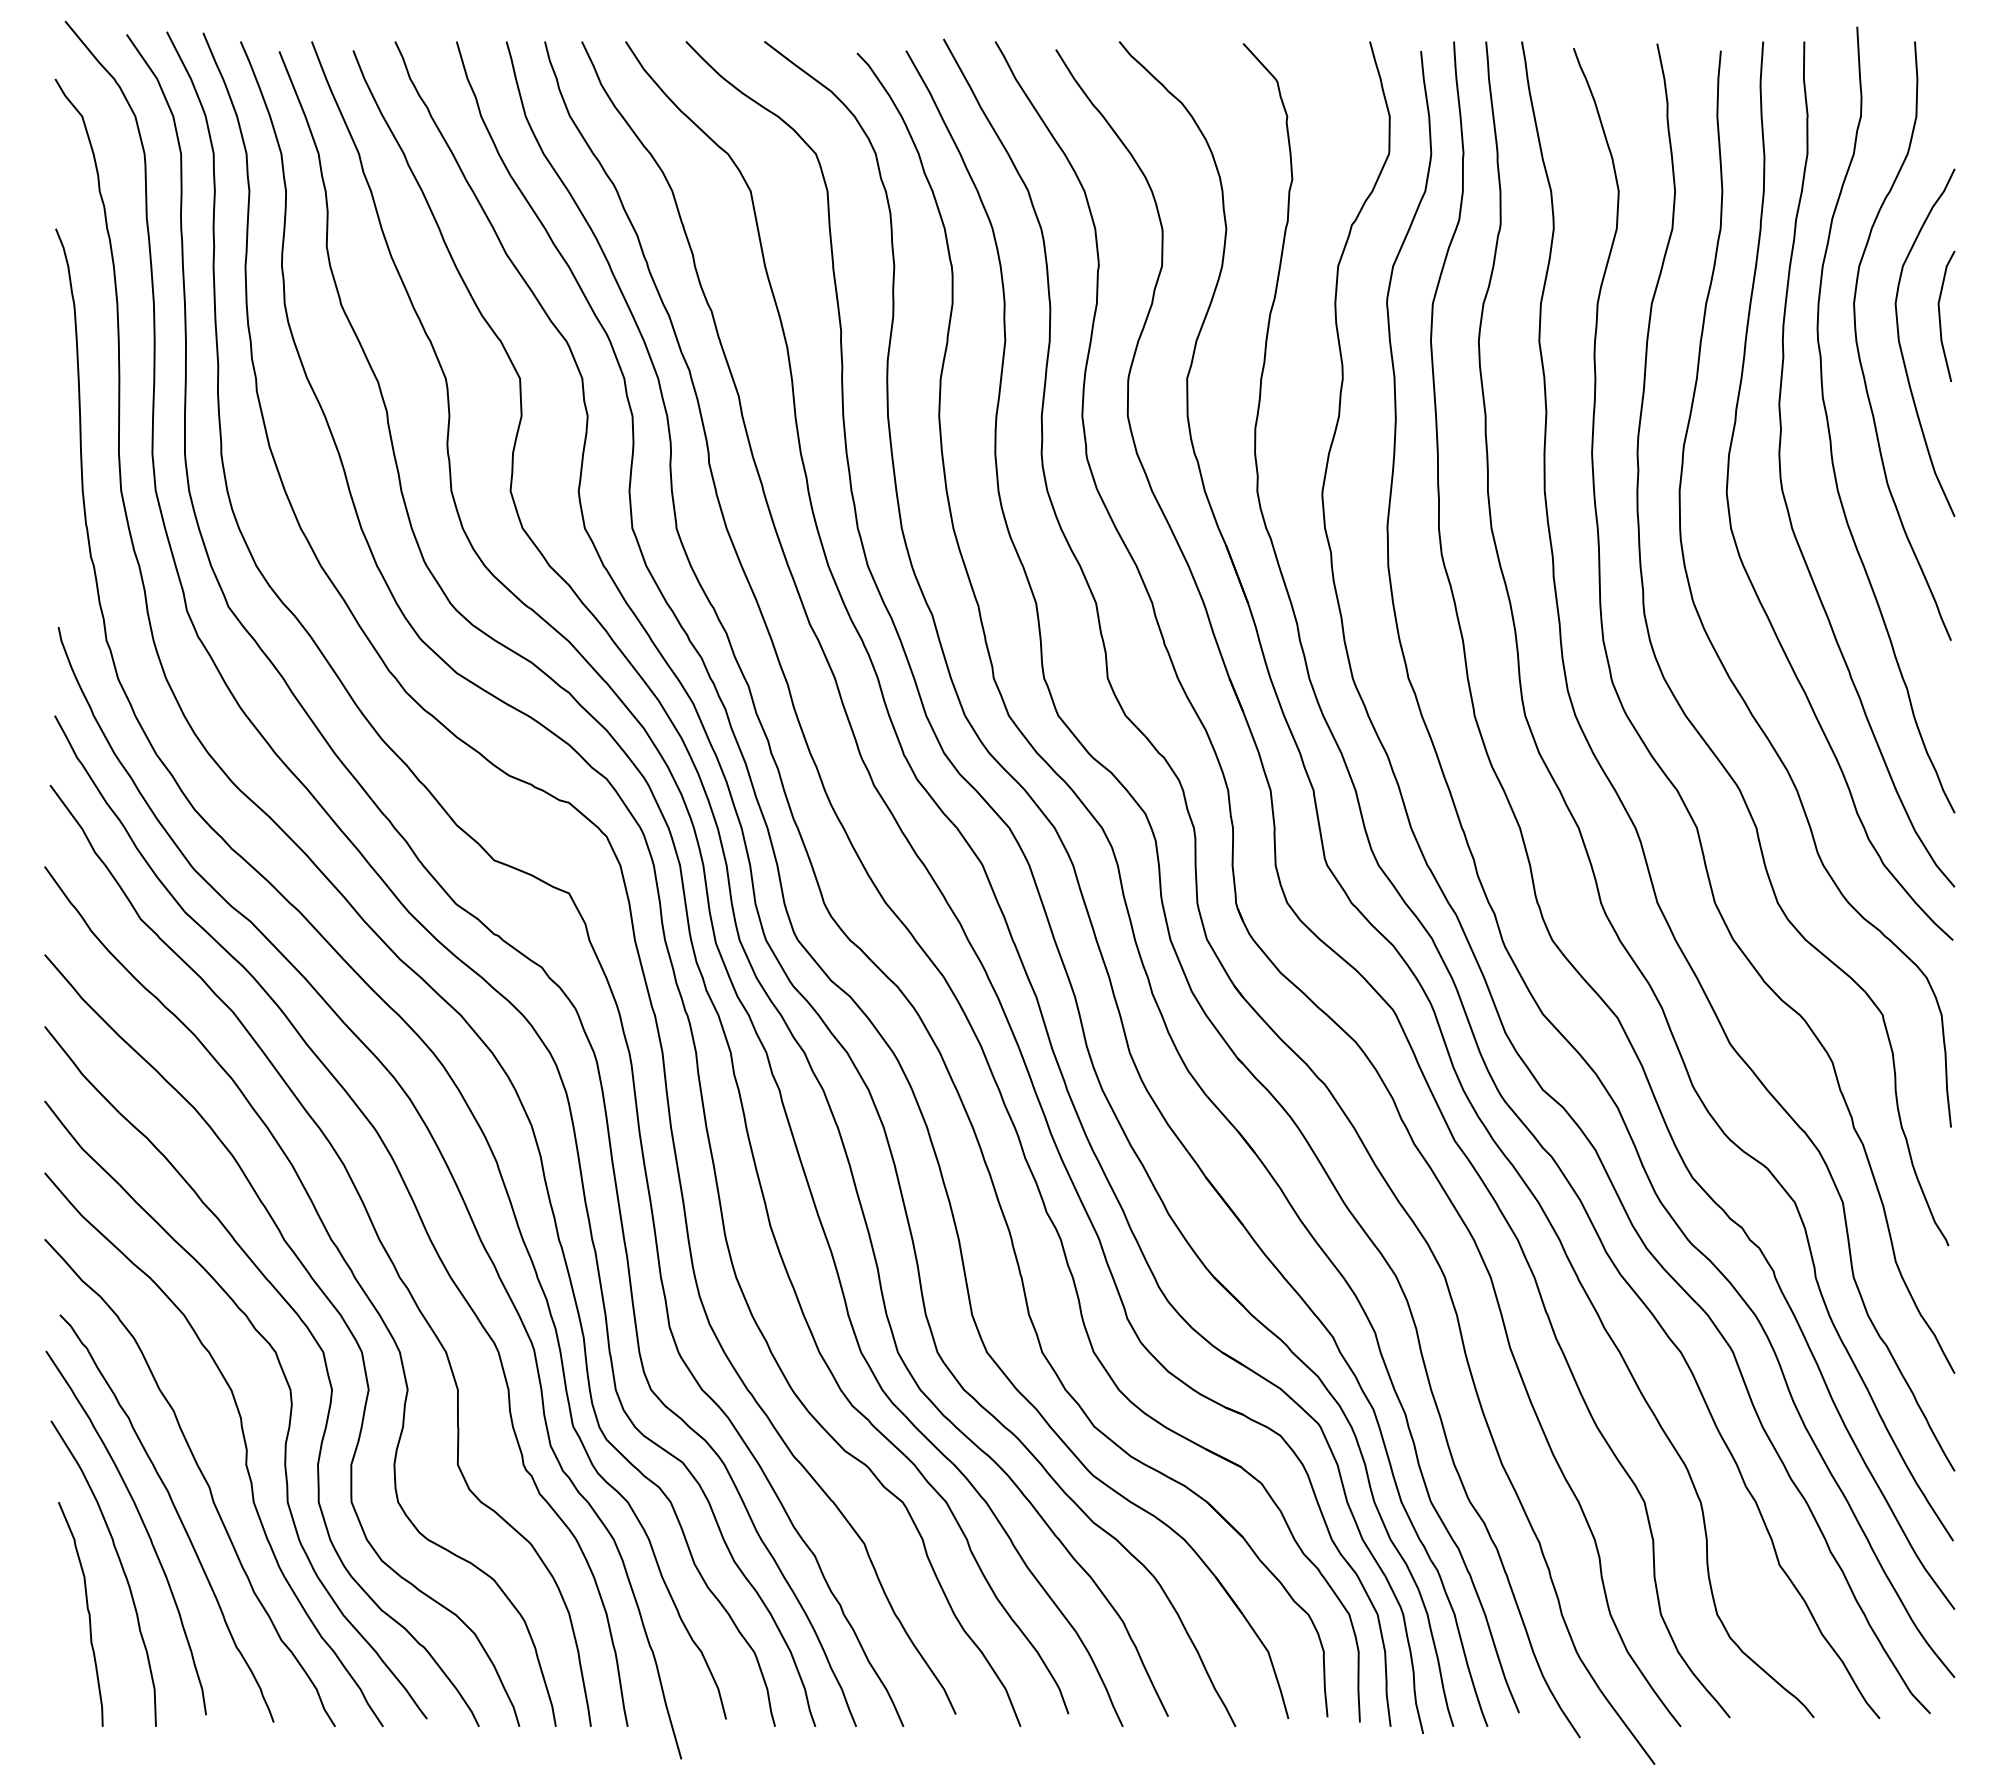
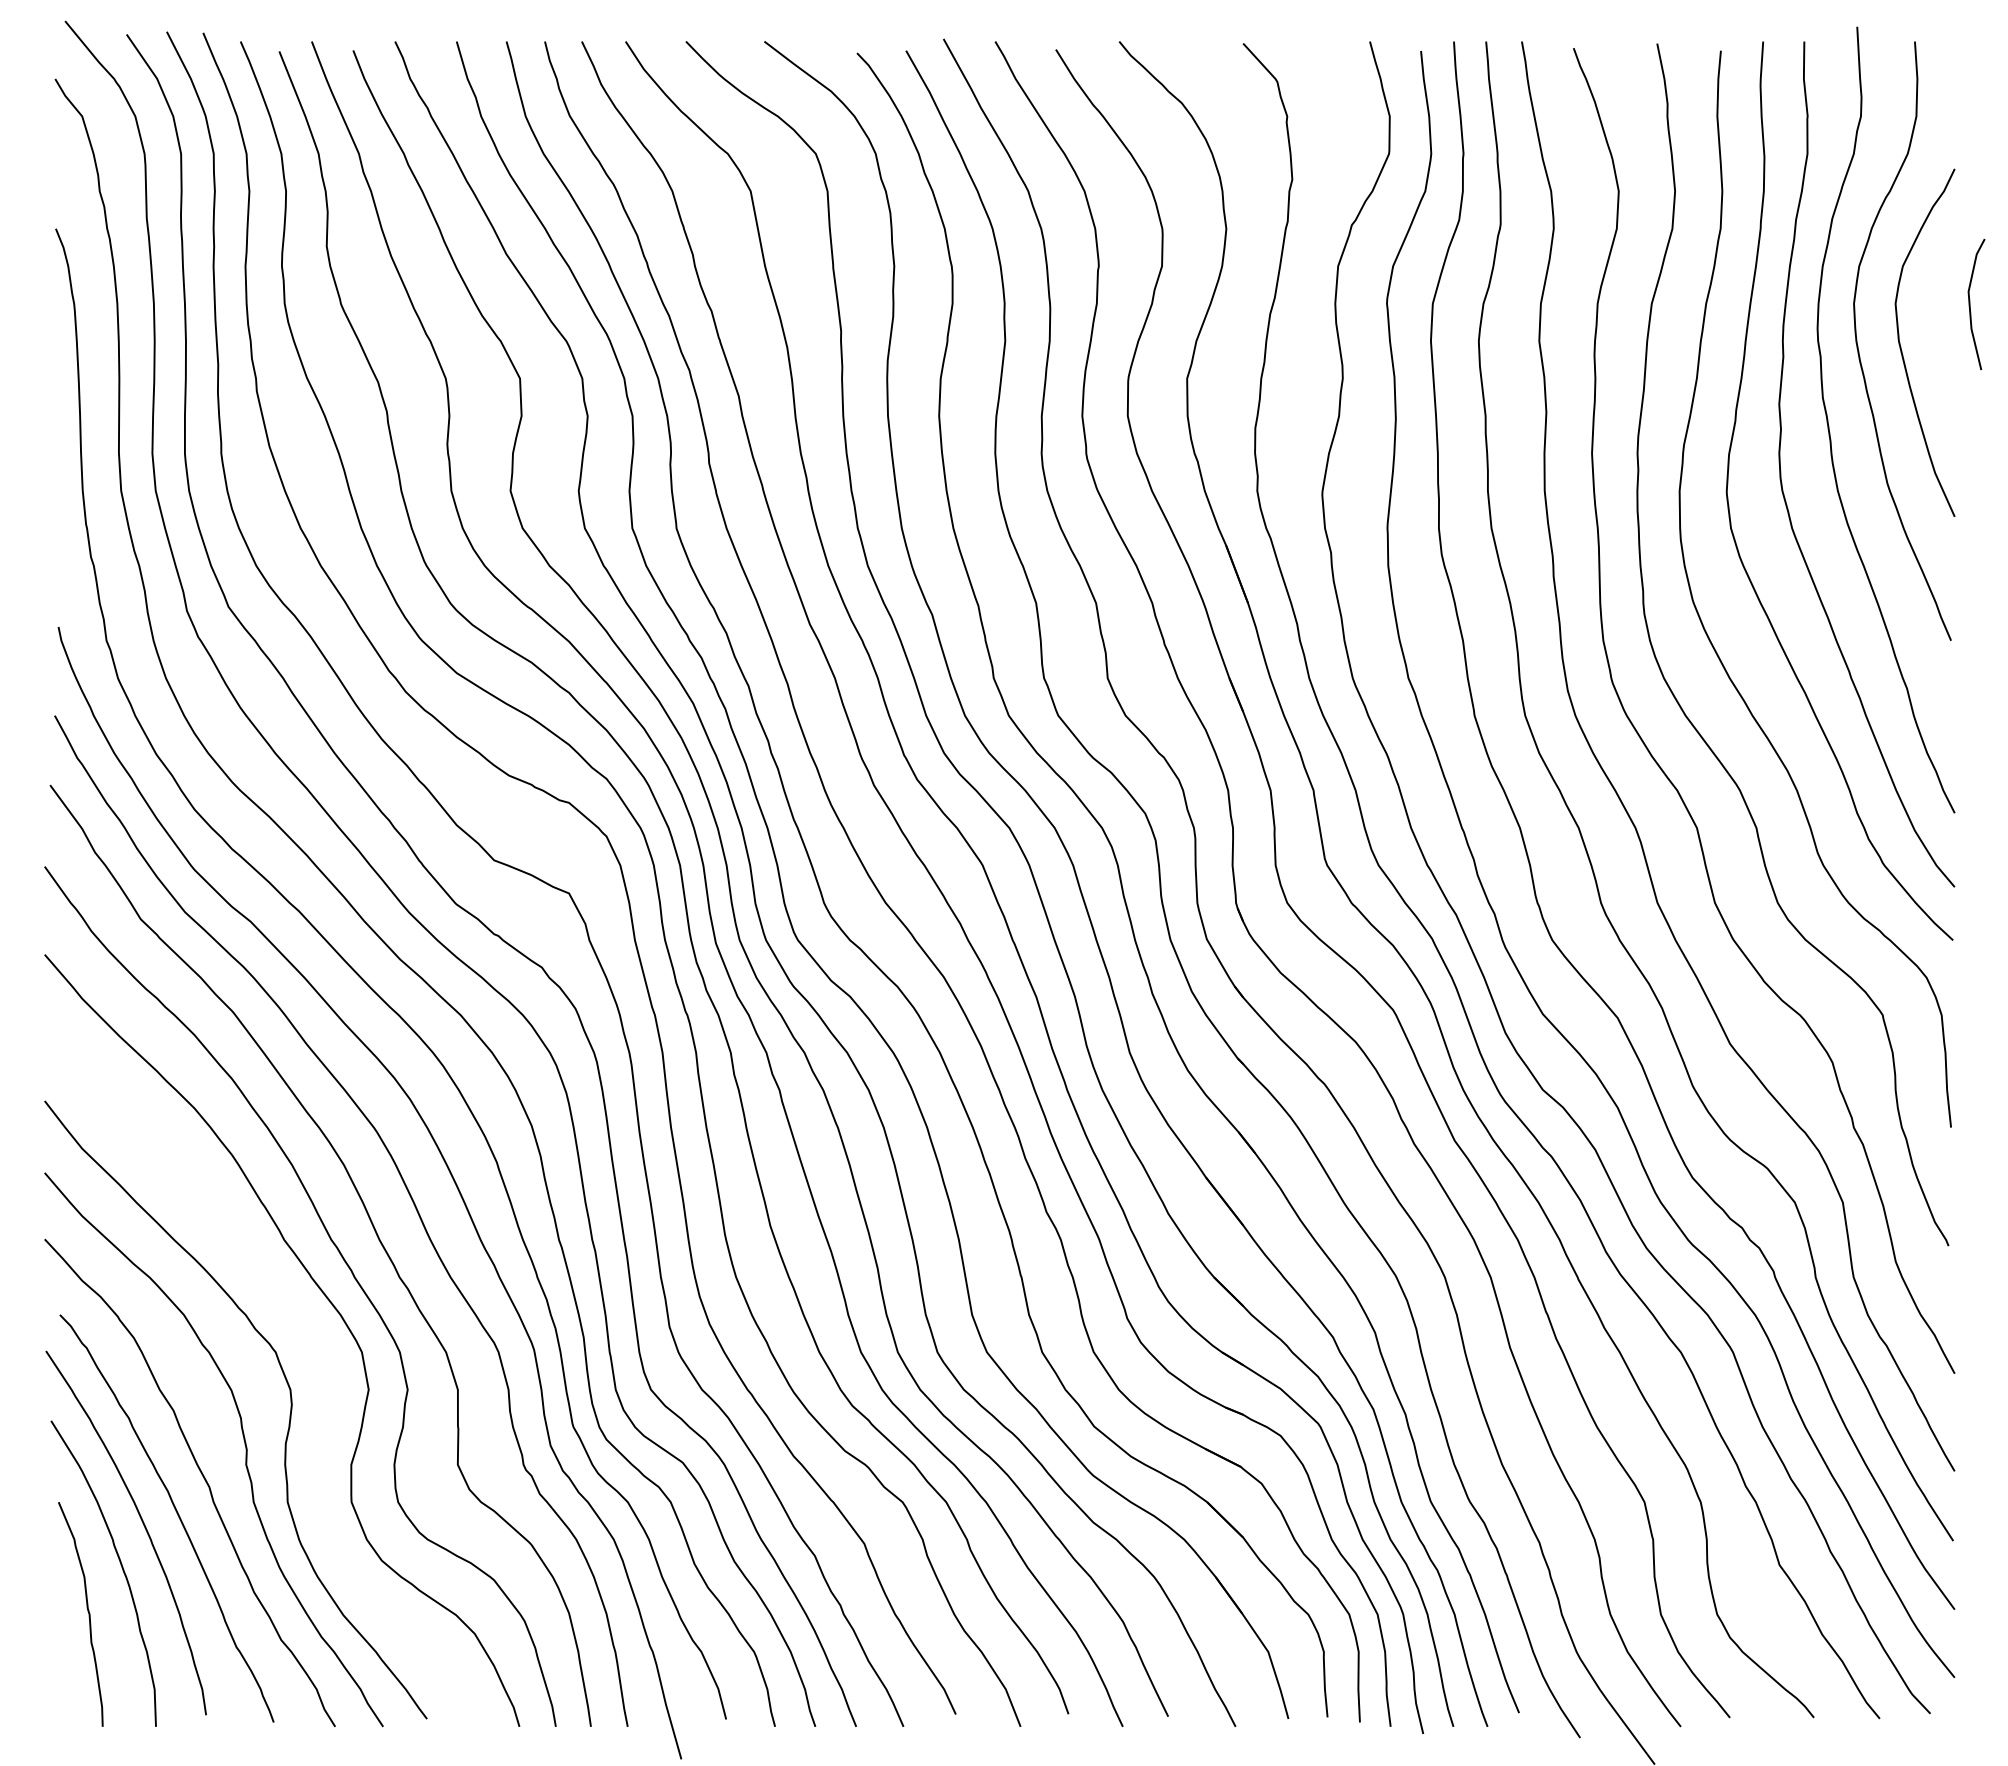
line at (1940, 316) position: (1940, 316) -> (1970, 304)
curve at (315, 1342): present -> none
